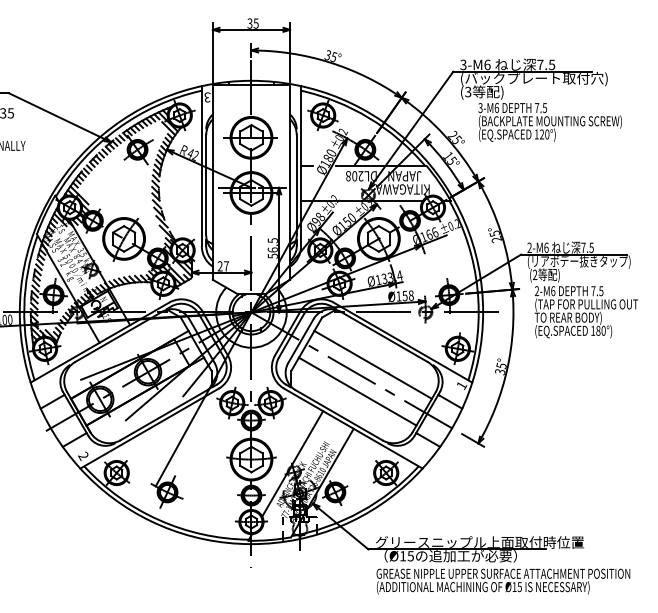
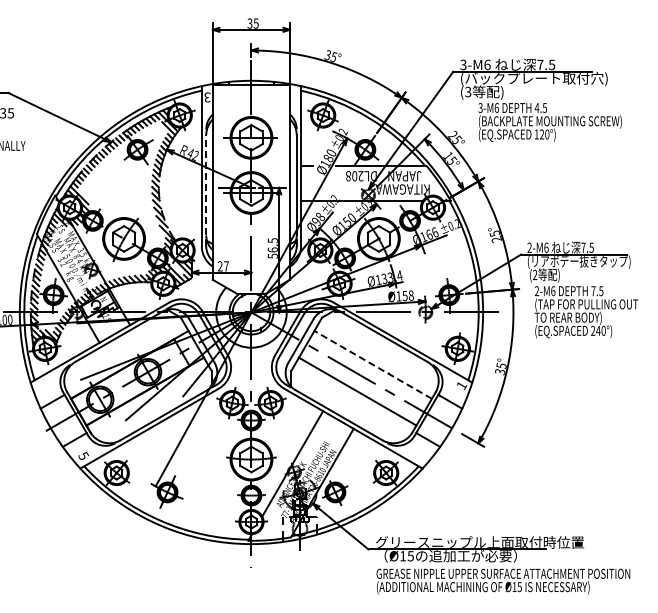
text at (536, 107): 7.5 -> 4.5
line at (206, 184): solid -> dashed
text at (595, 330): 180°) -> 240°)
line at (373, 364): solid -> dashed
text at (83, 455): 2 -> 5
